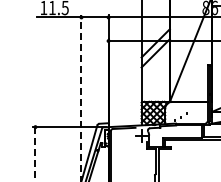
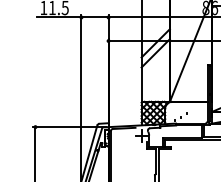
line at (81, 97): dashed -> solid
line at (35, 155): dashed -> solid
